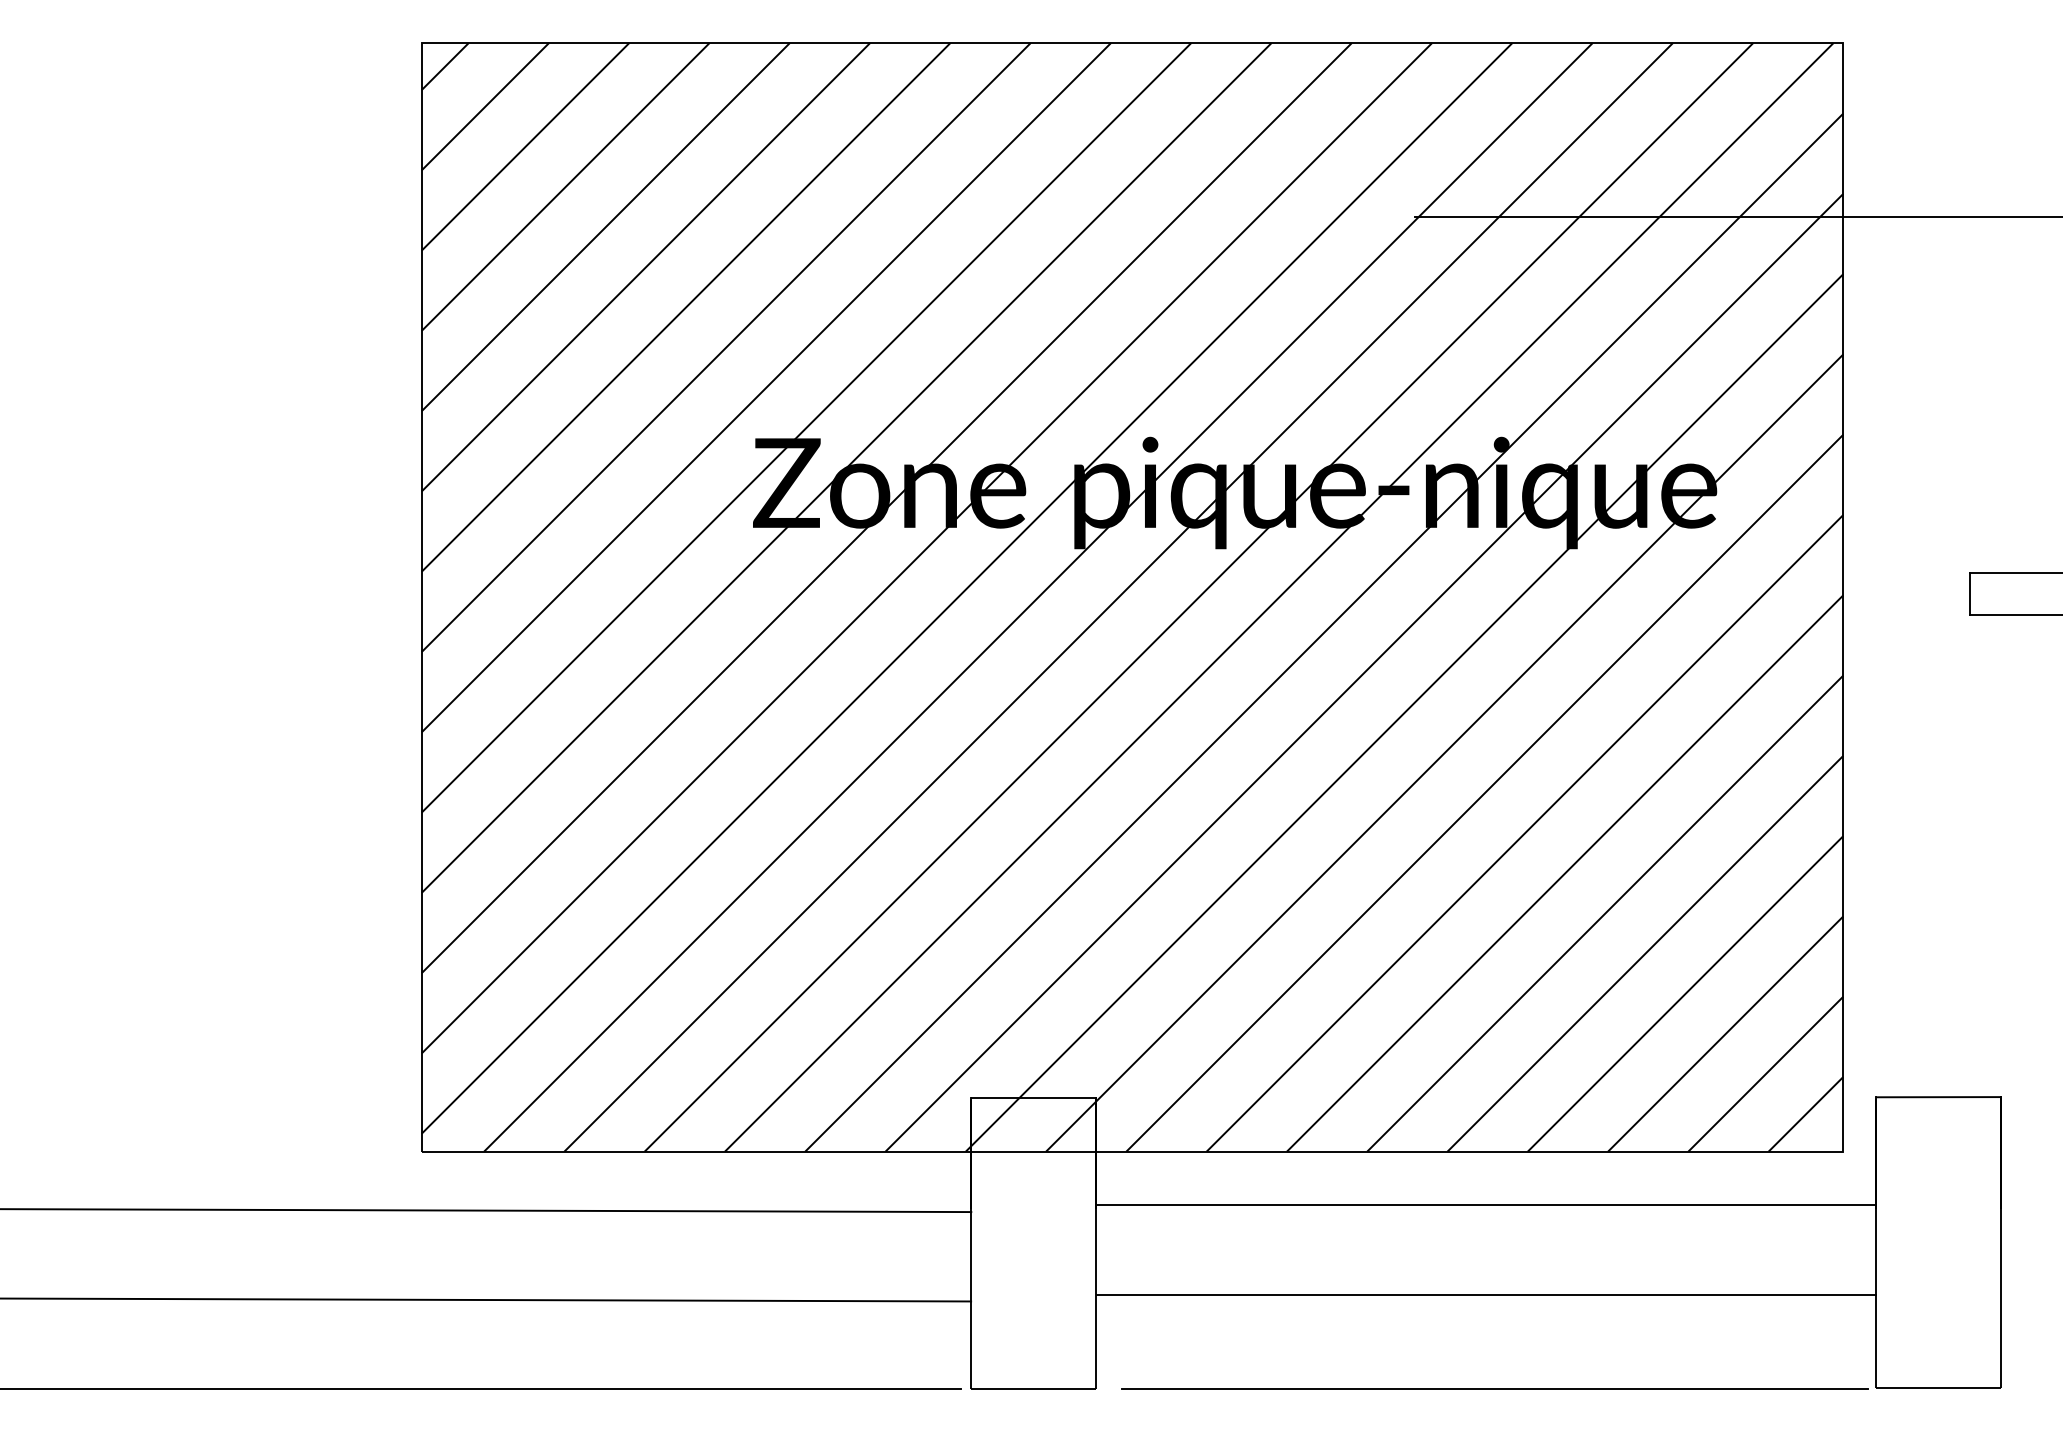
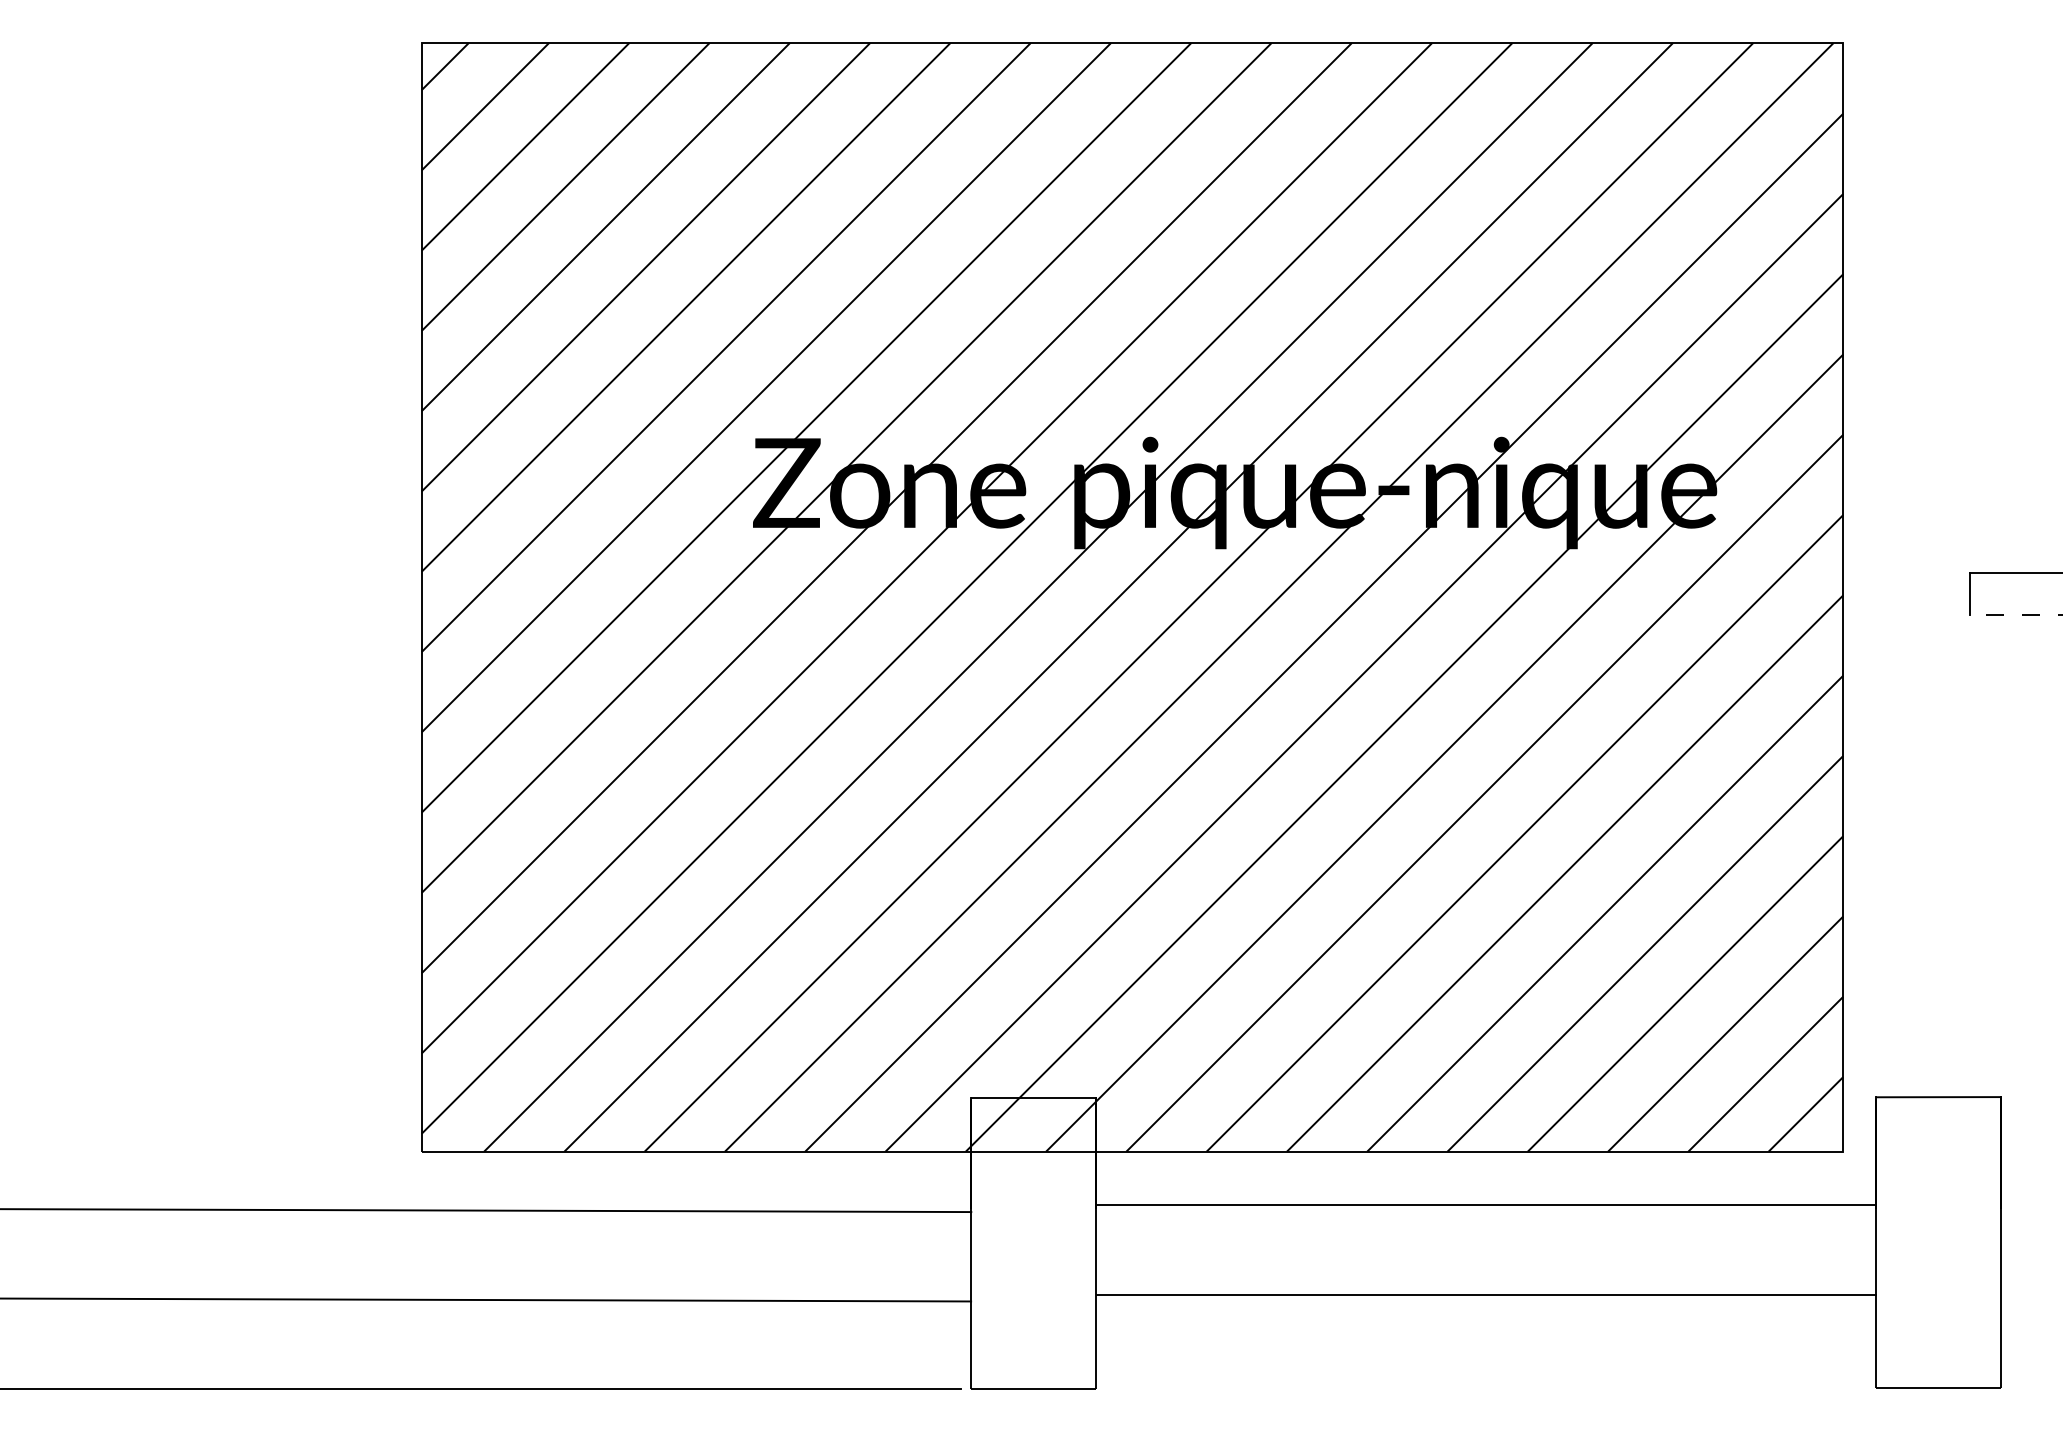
line at (1736, 216): present -> none
line at (2016, 615): solid -> dashed
line at (1494, 1388): present -> none
